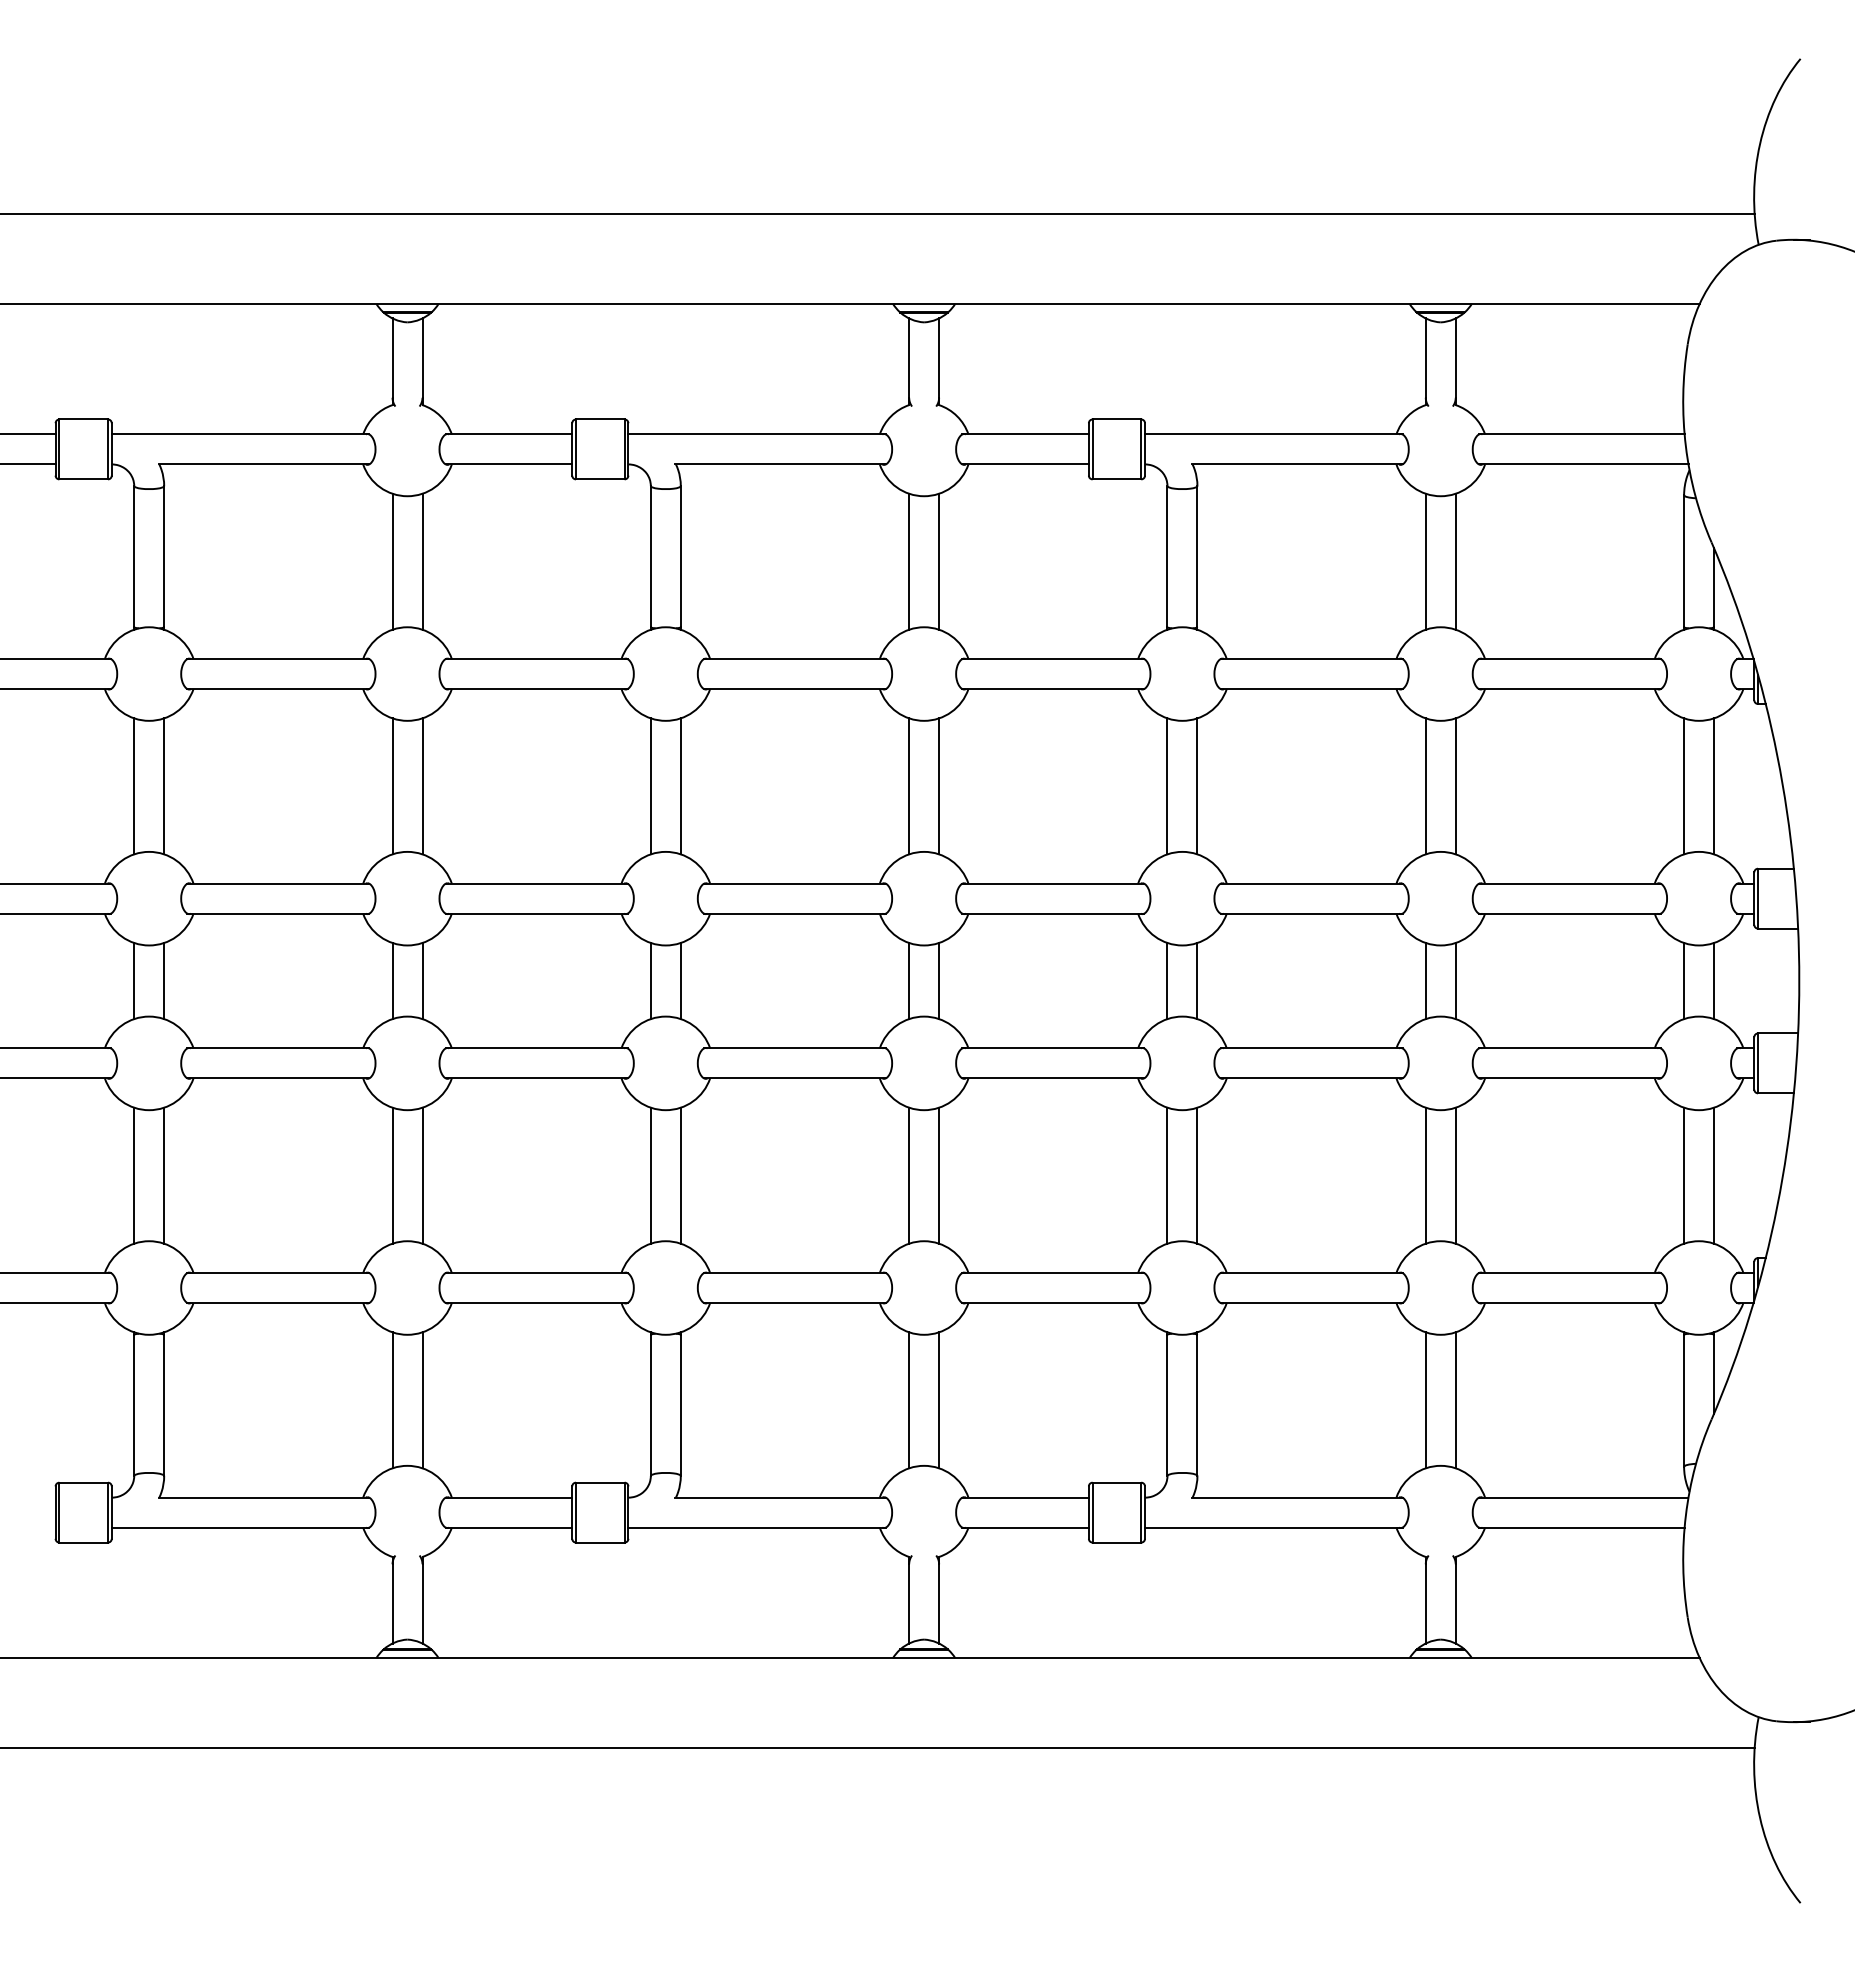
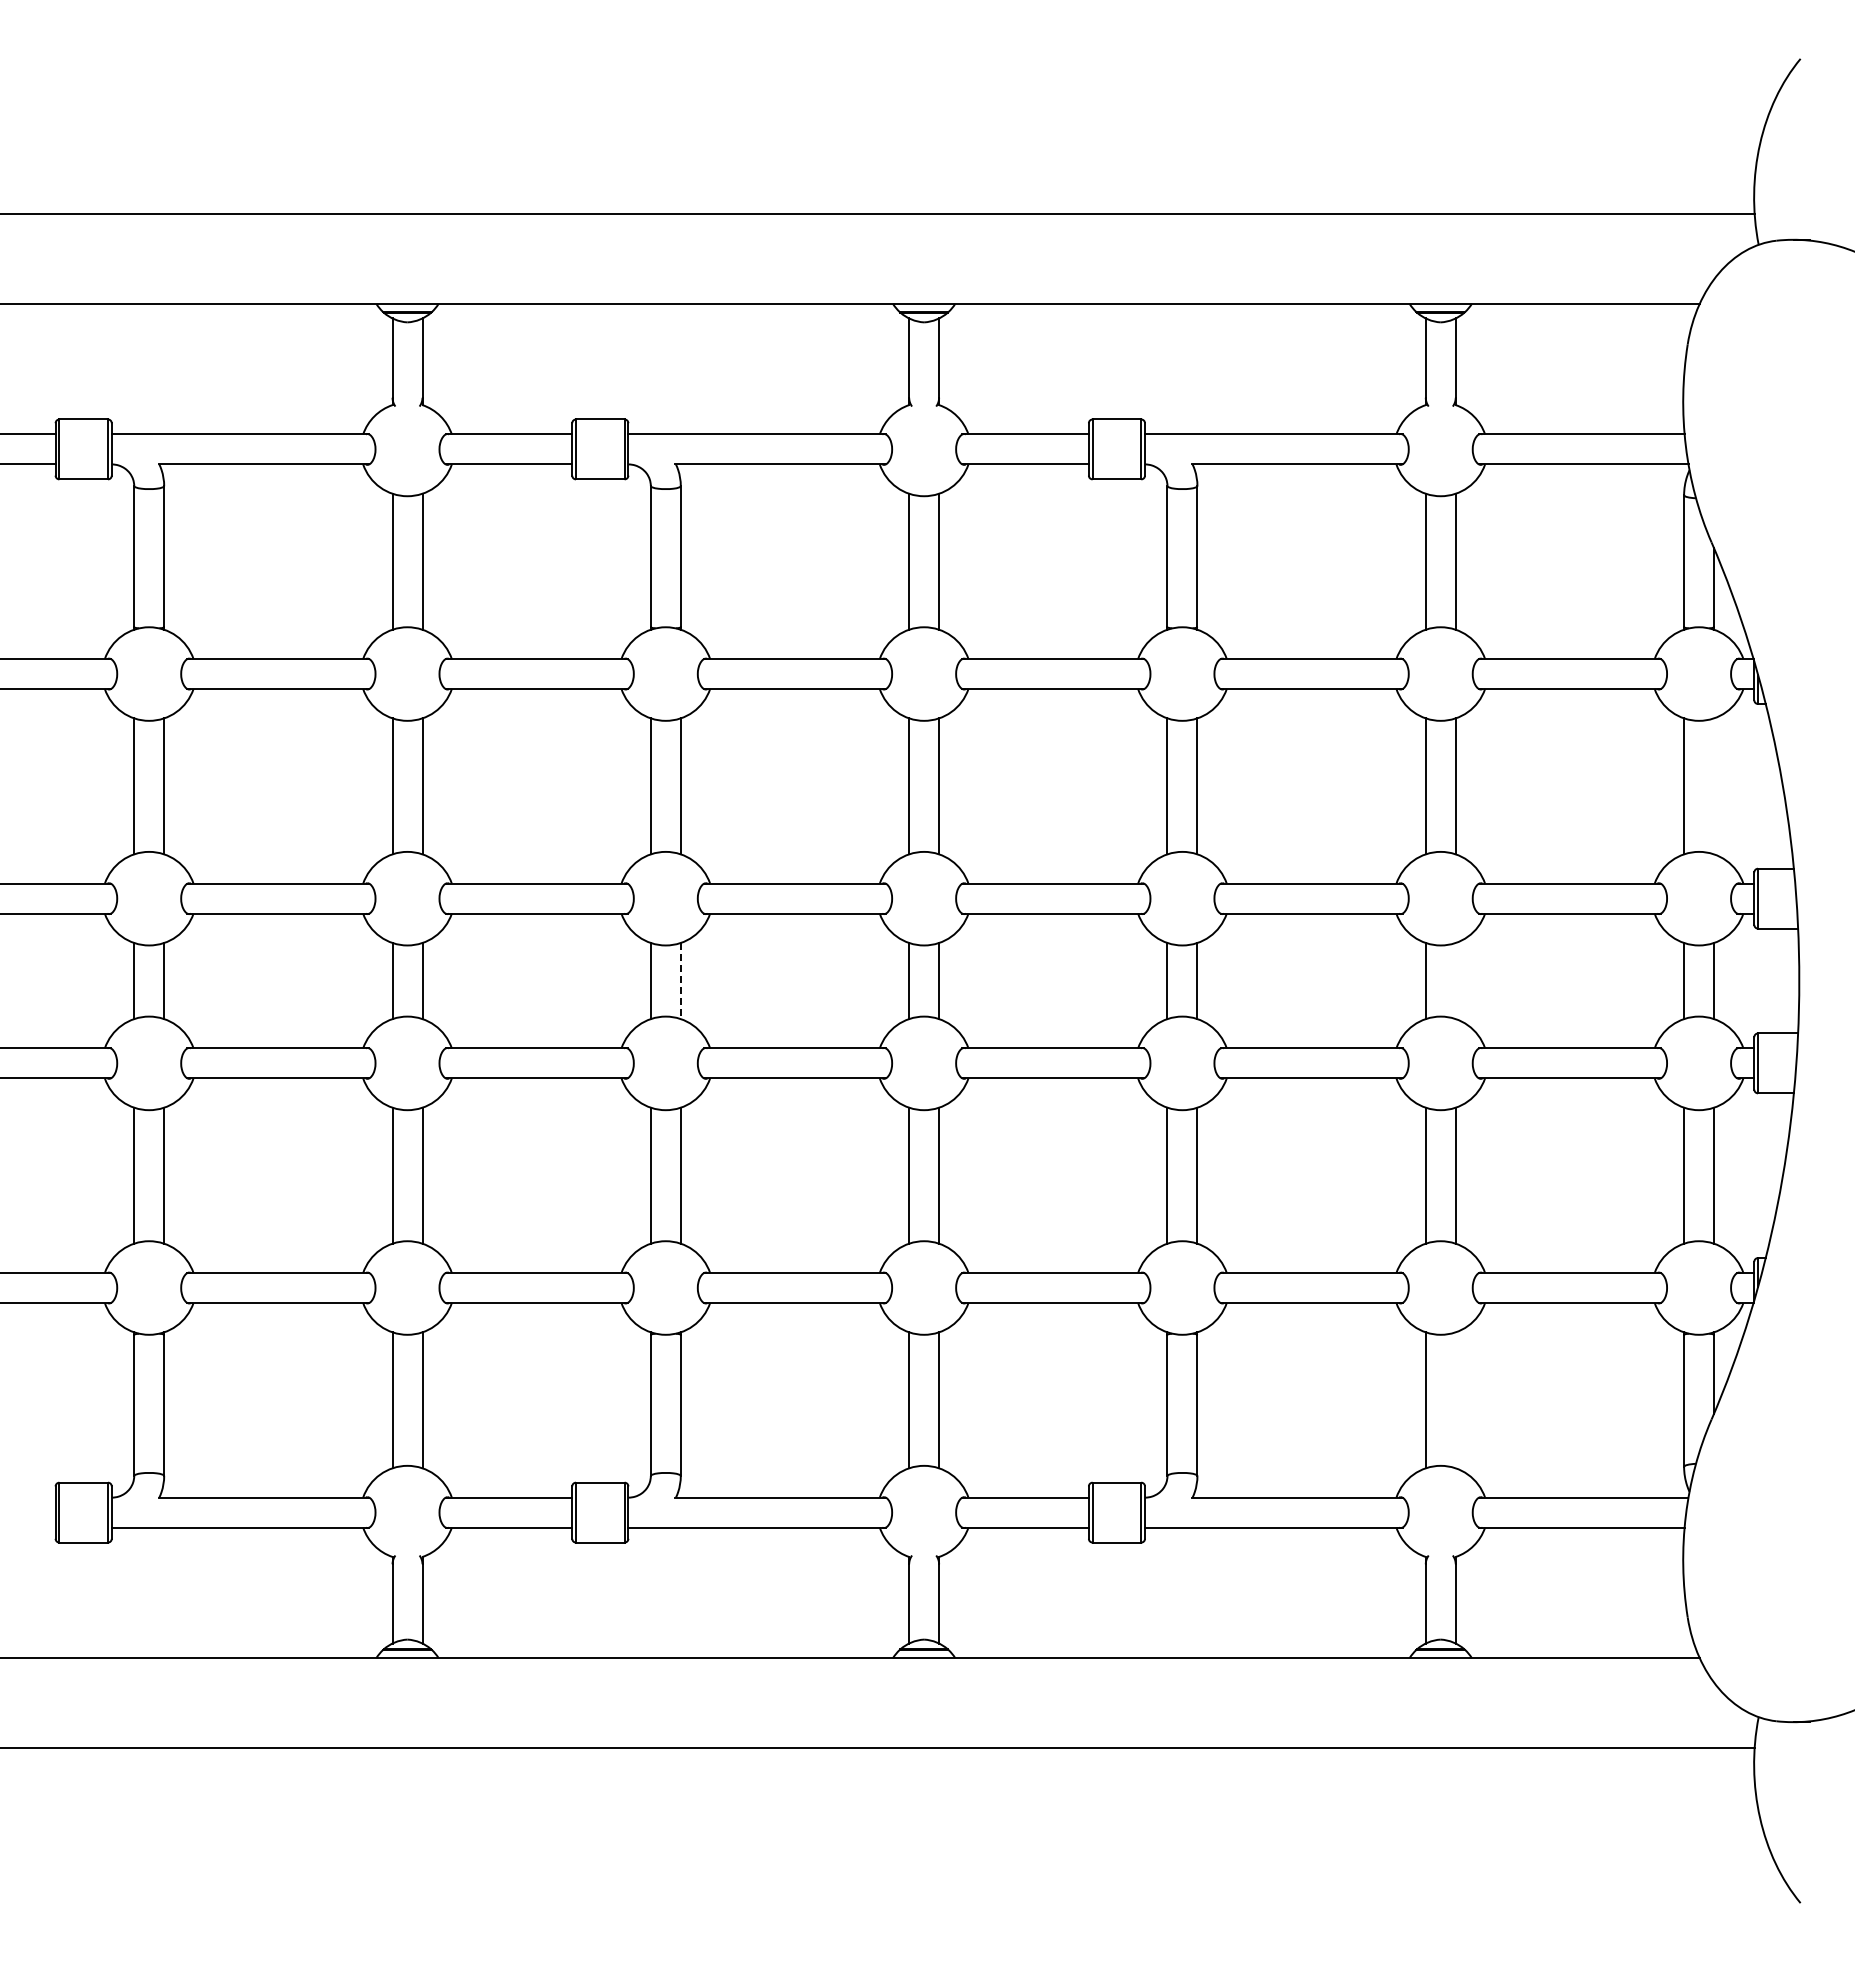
line at (1714, 786): present -> none
line at (680, 981): solid -> dashed
line at (1455, 981): present -> none
line at (1455, 1400): present -> none
